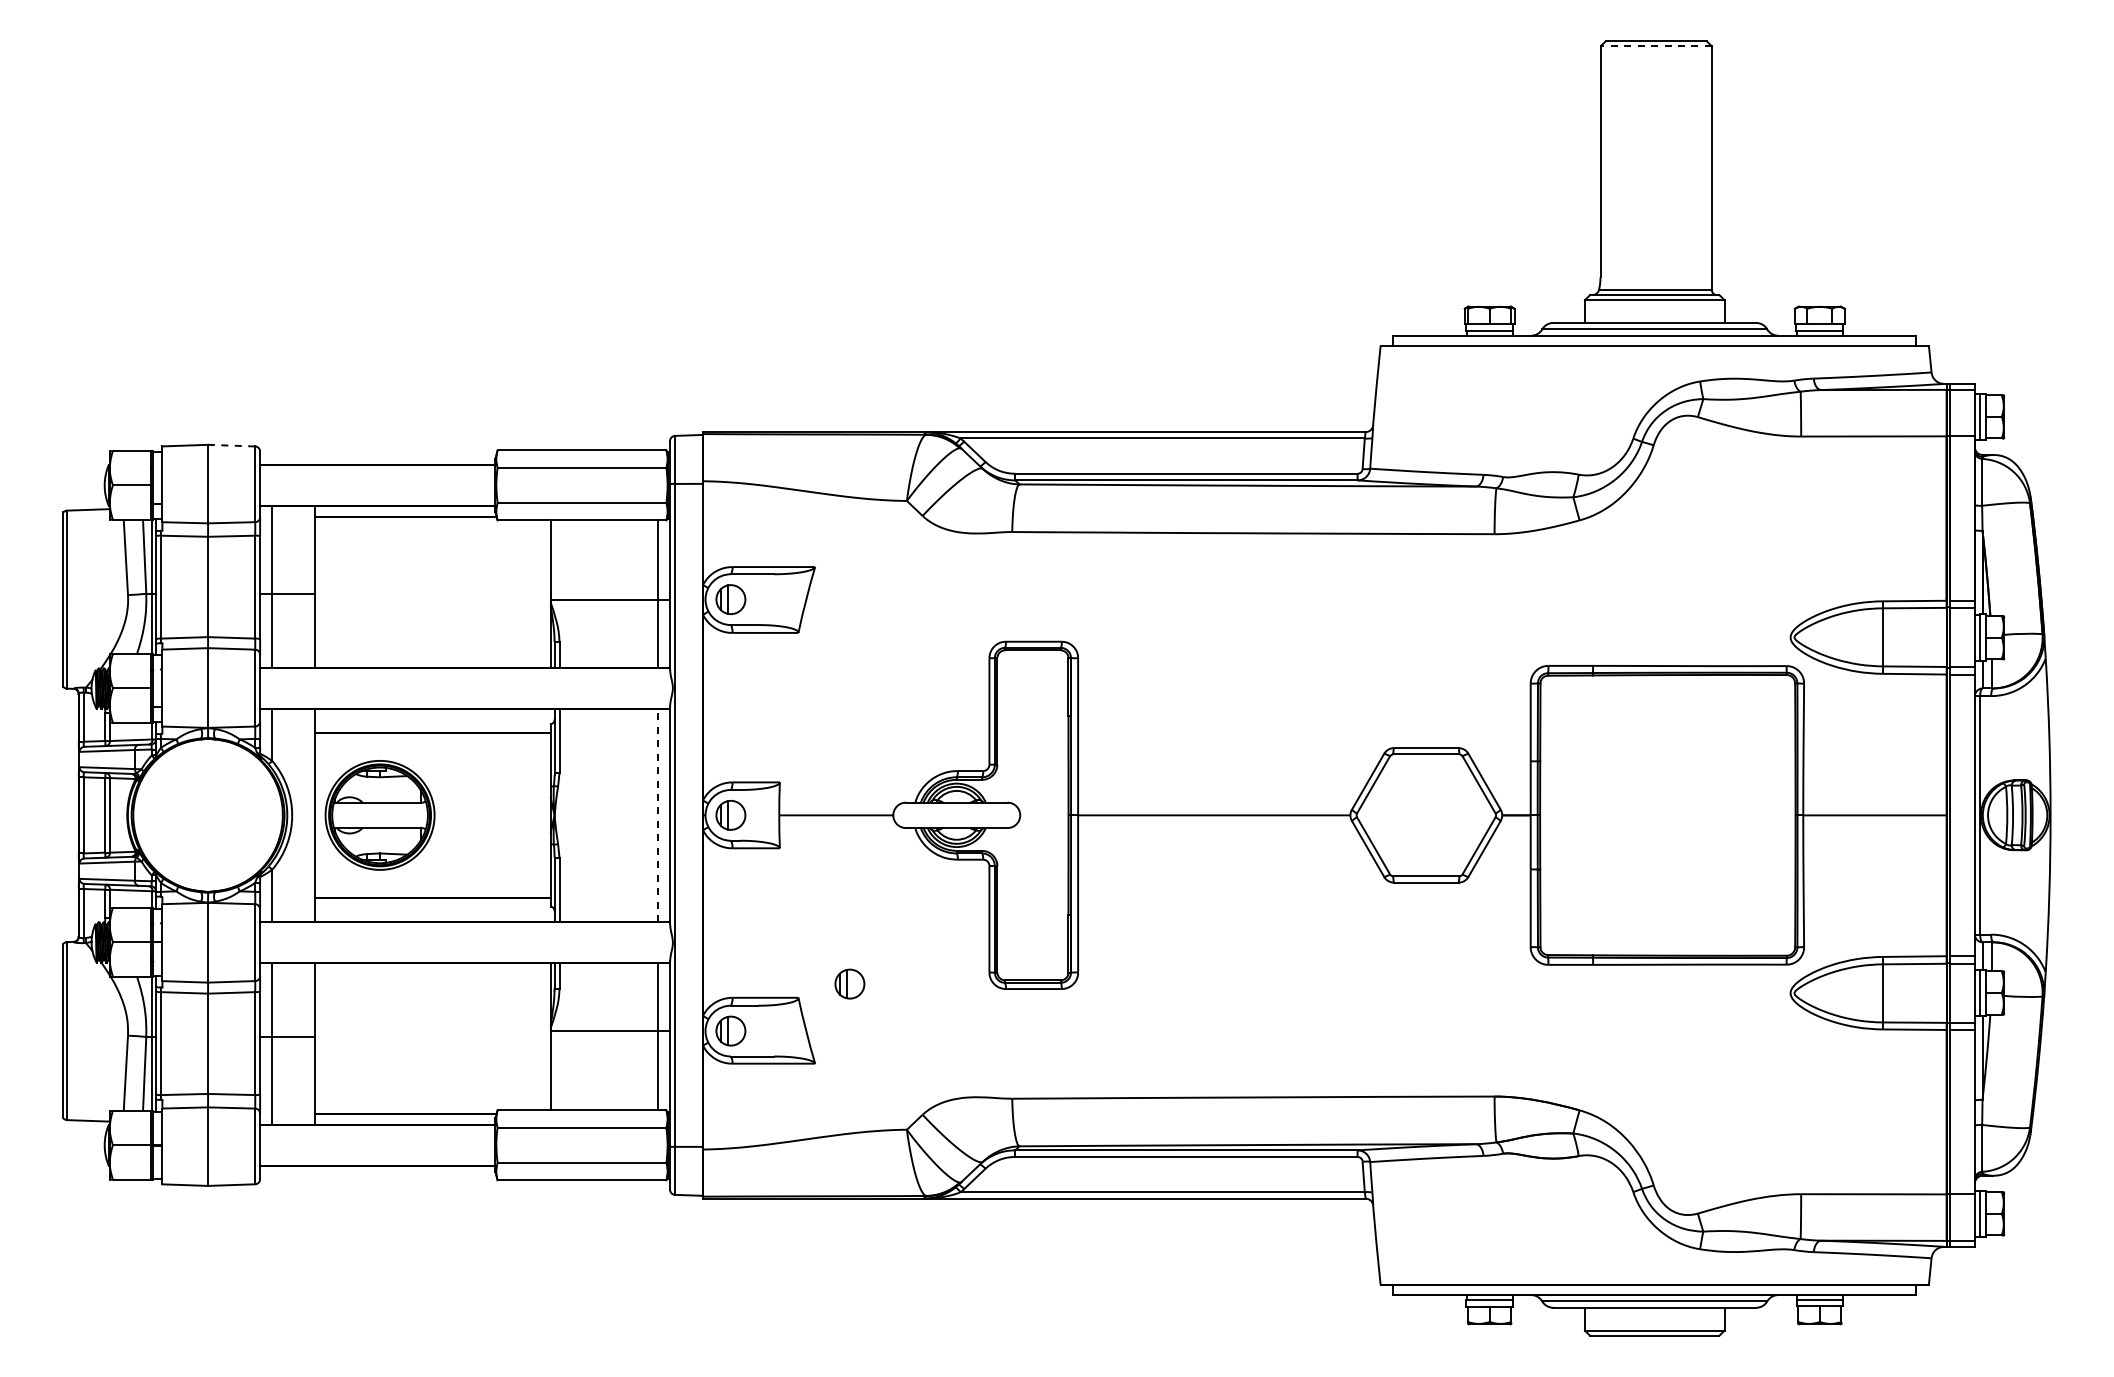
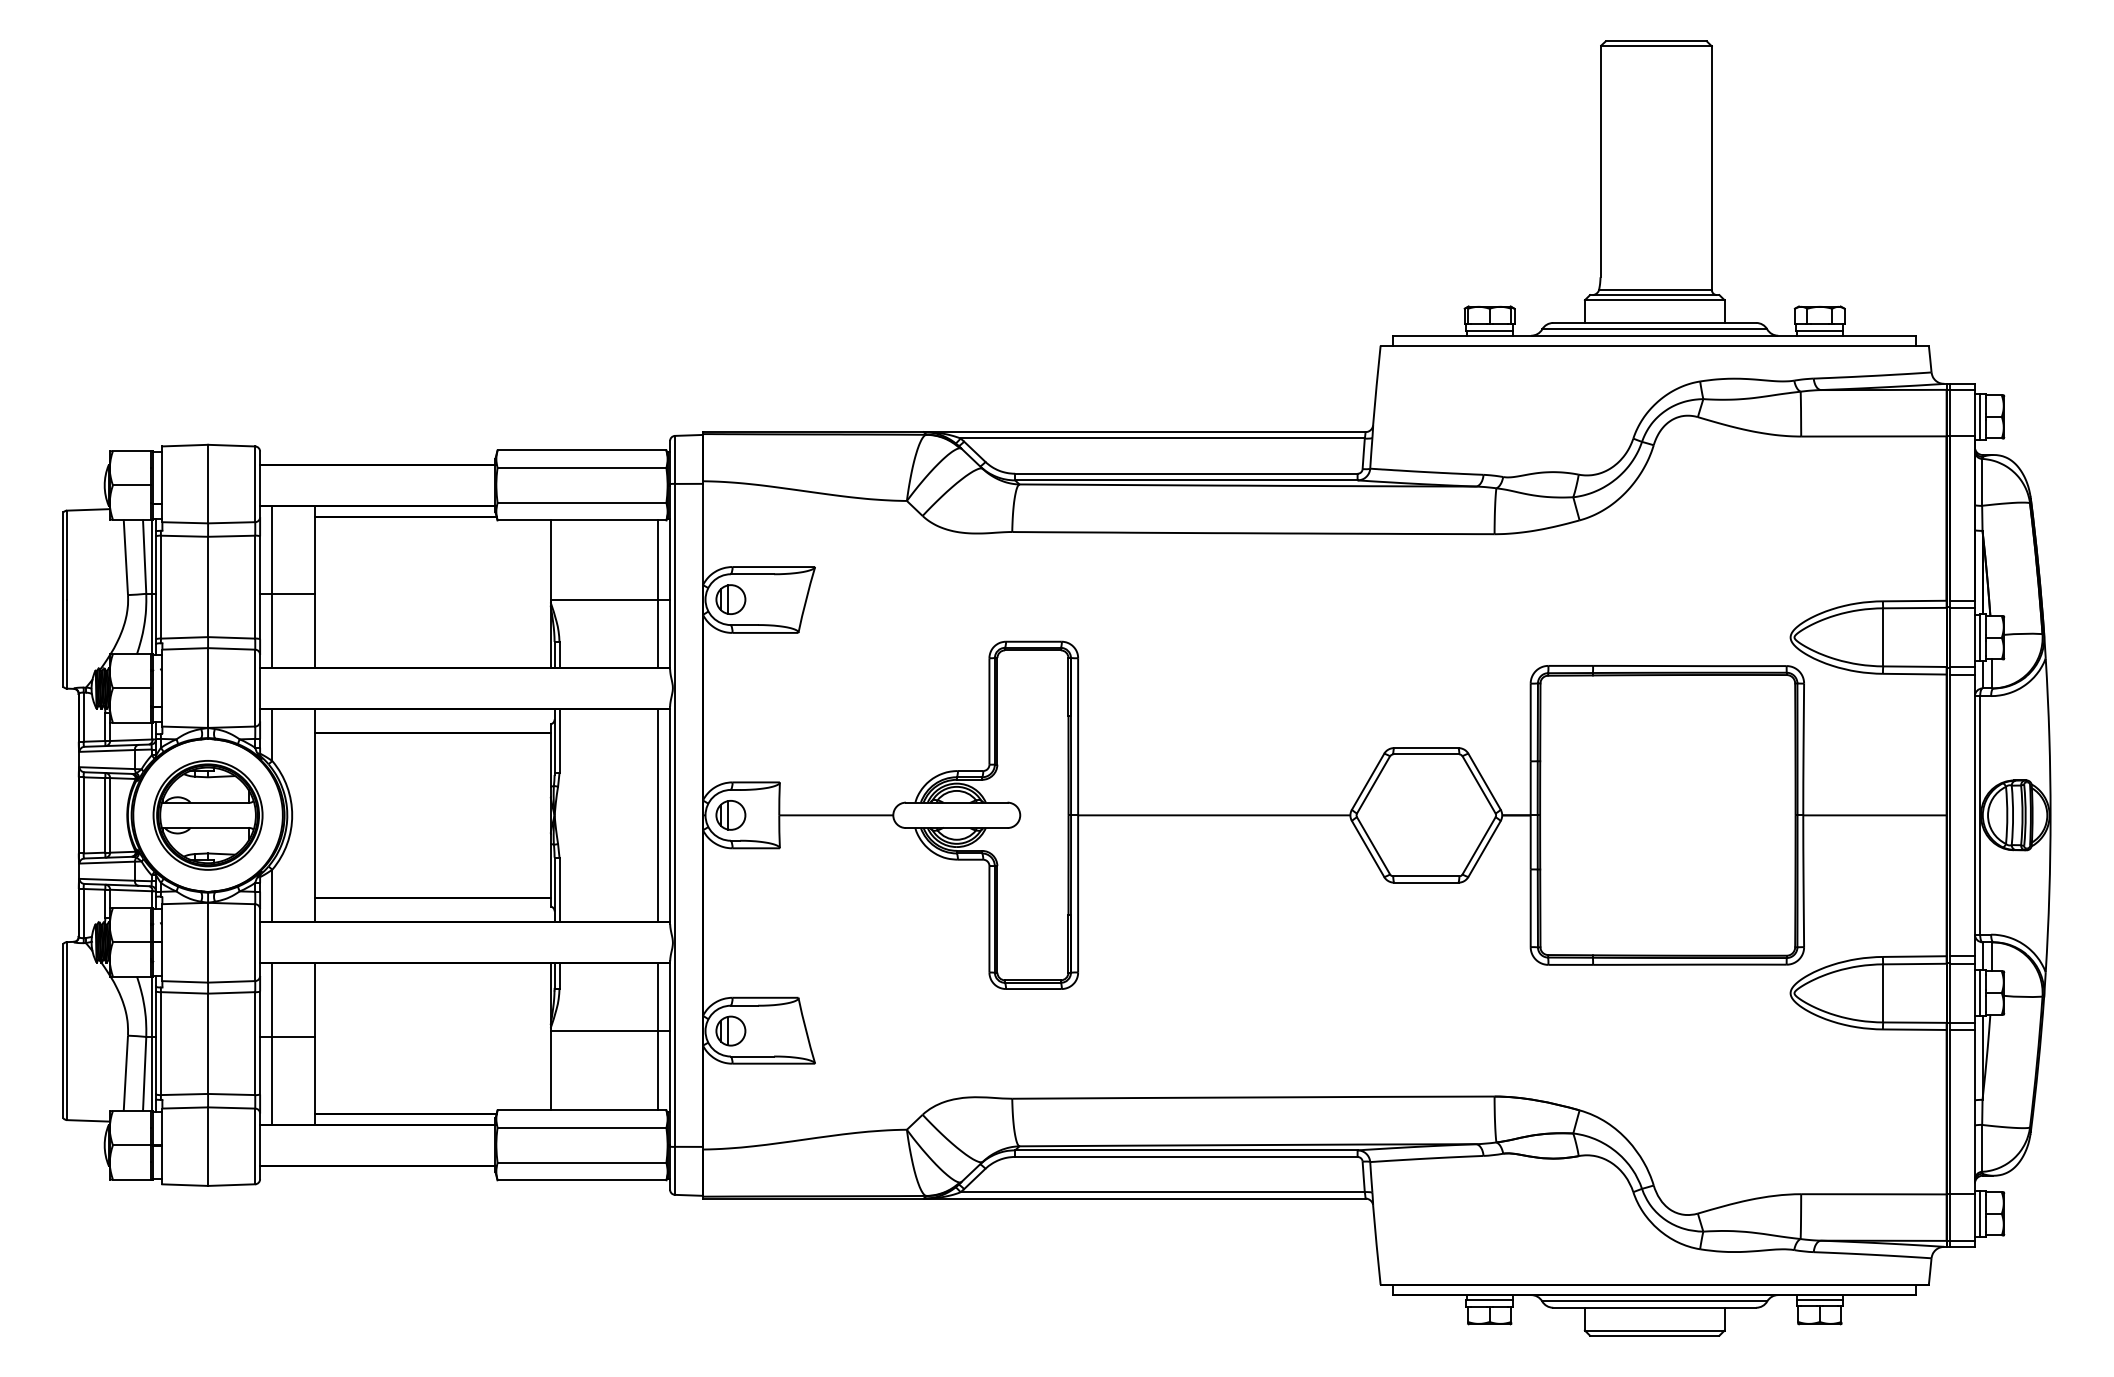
line at (1656, 46): dashed -> solid
line at (231, 445): dashed -> solid
part at (379, 815) position: (379, 815) -> (207, 815)
line at (657, 815): dashed -> solid
part at (849, 983): present -> none
